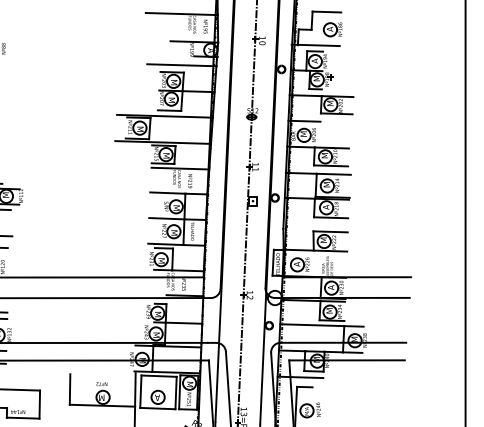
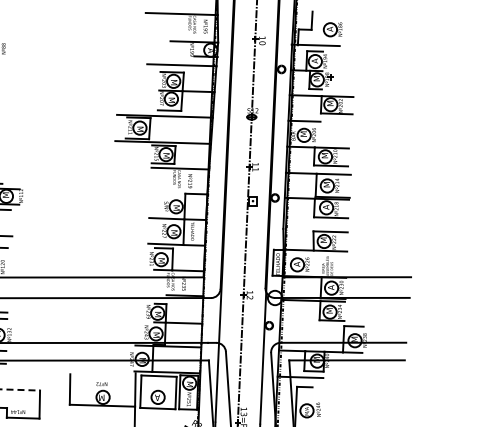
line at (326, 11): present -> none
line at (167, 192): present -> none
line at (465, 212): present -> none
line at (312, 325): present -> none
line at (20, 389): solid -> dashed
